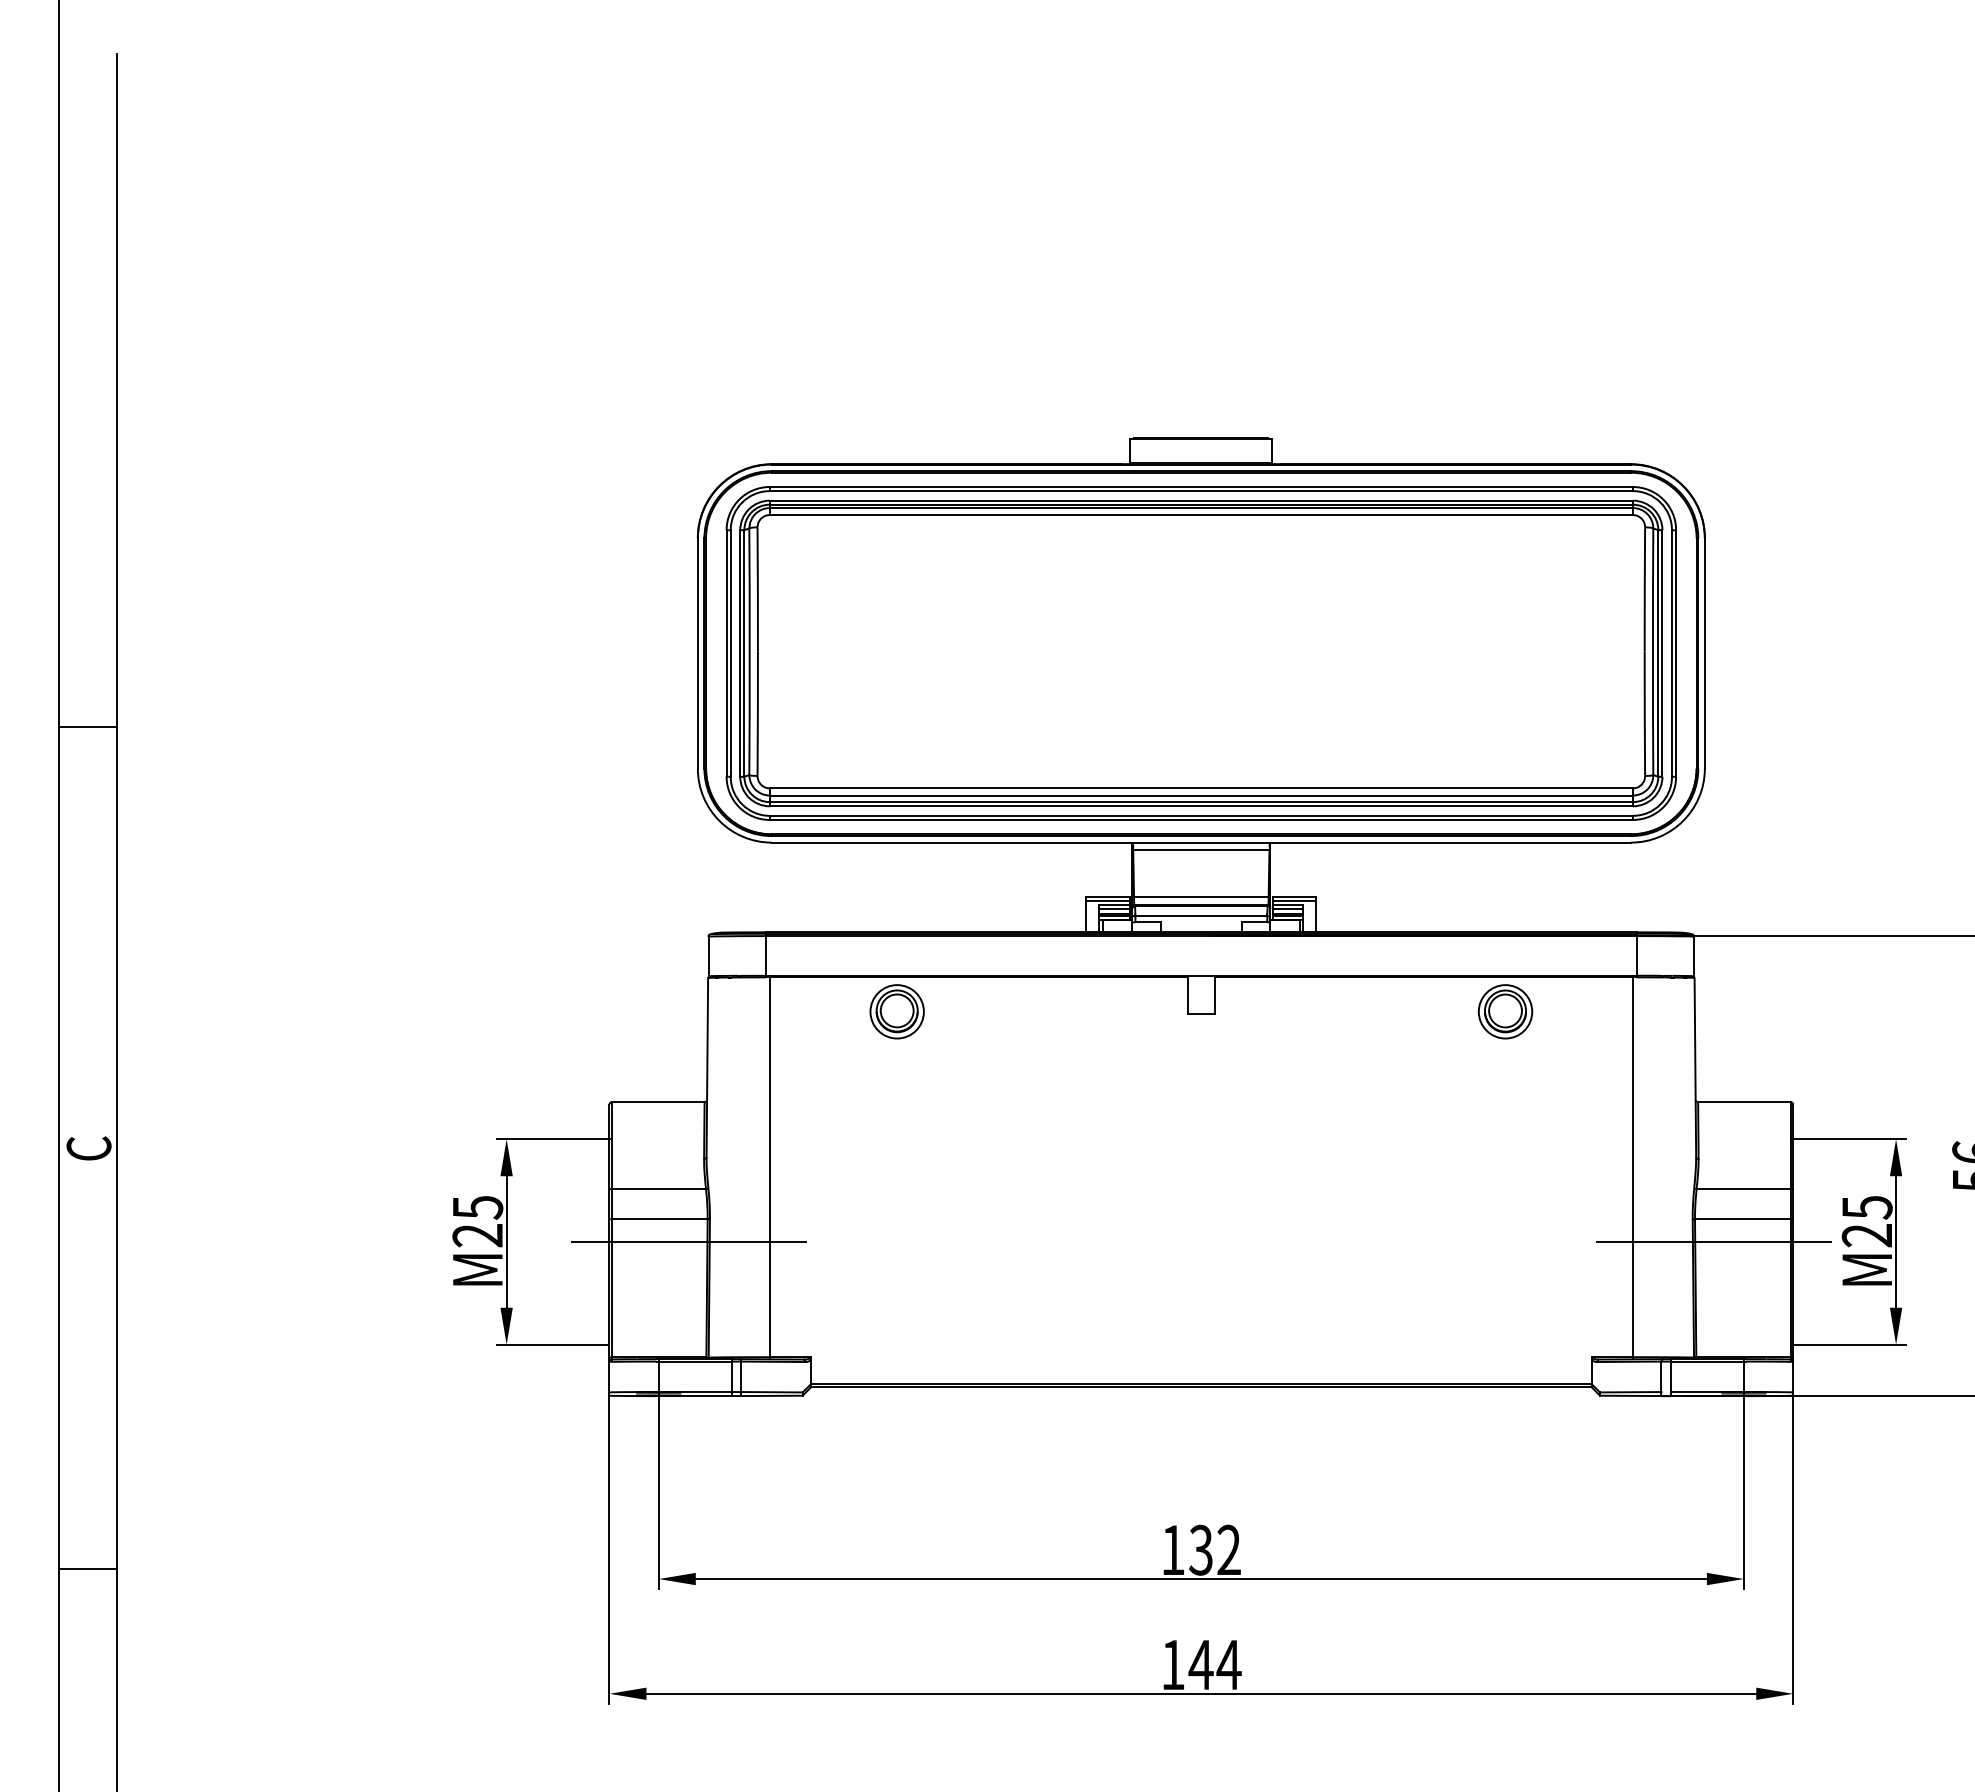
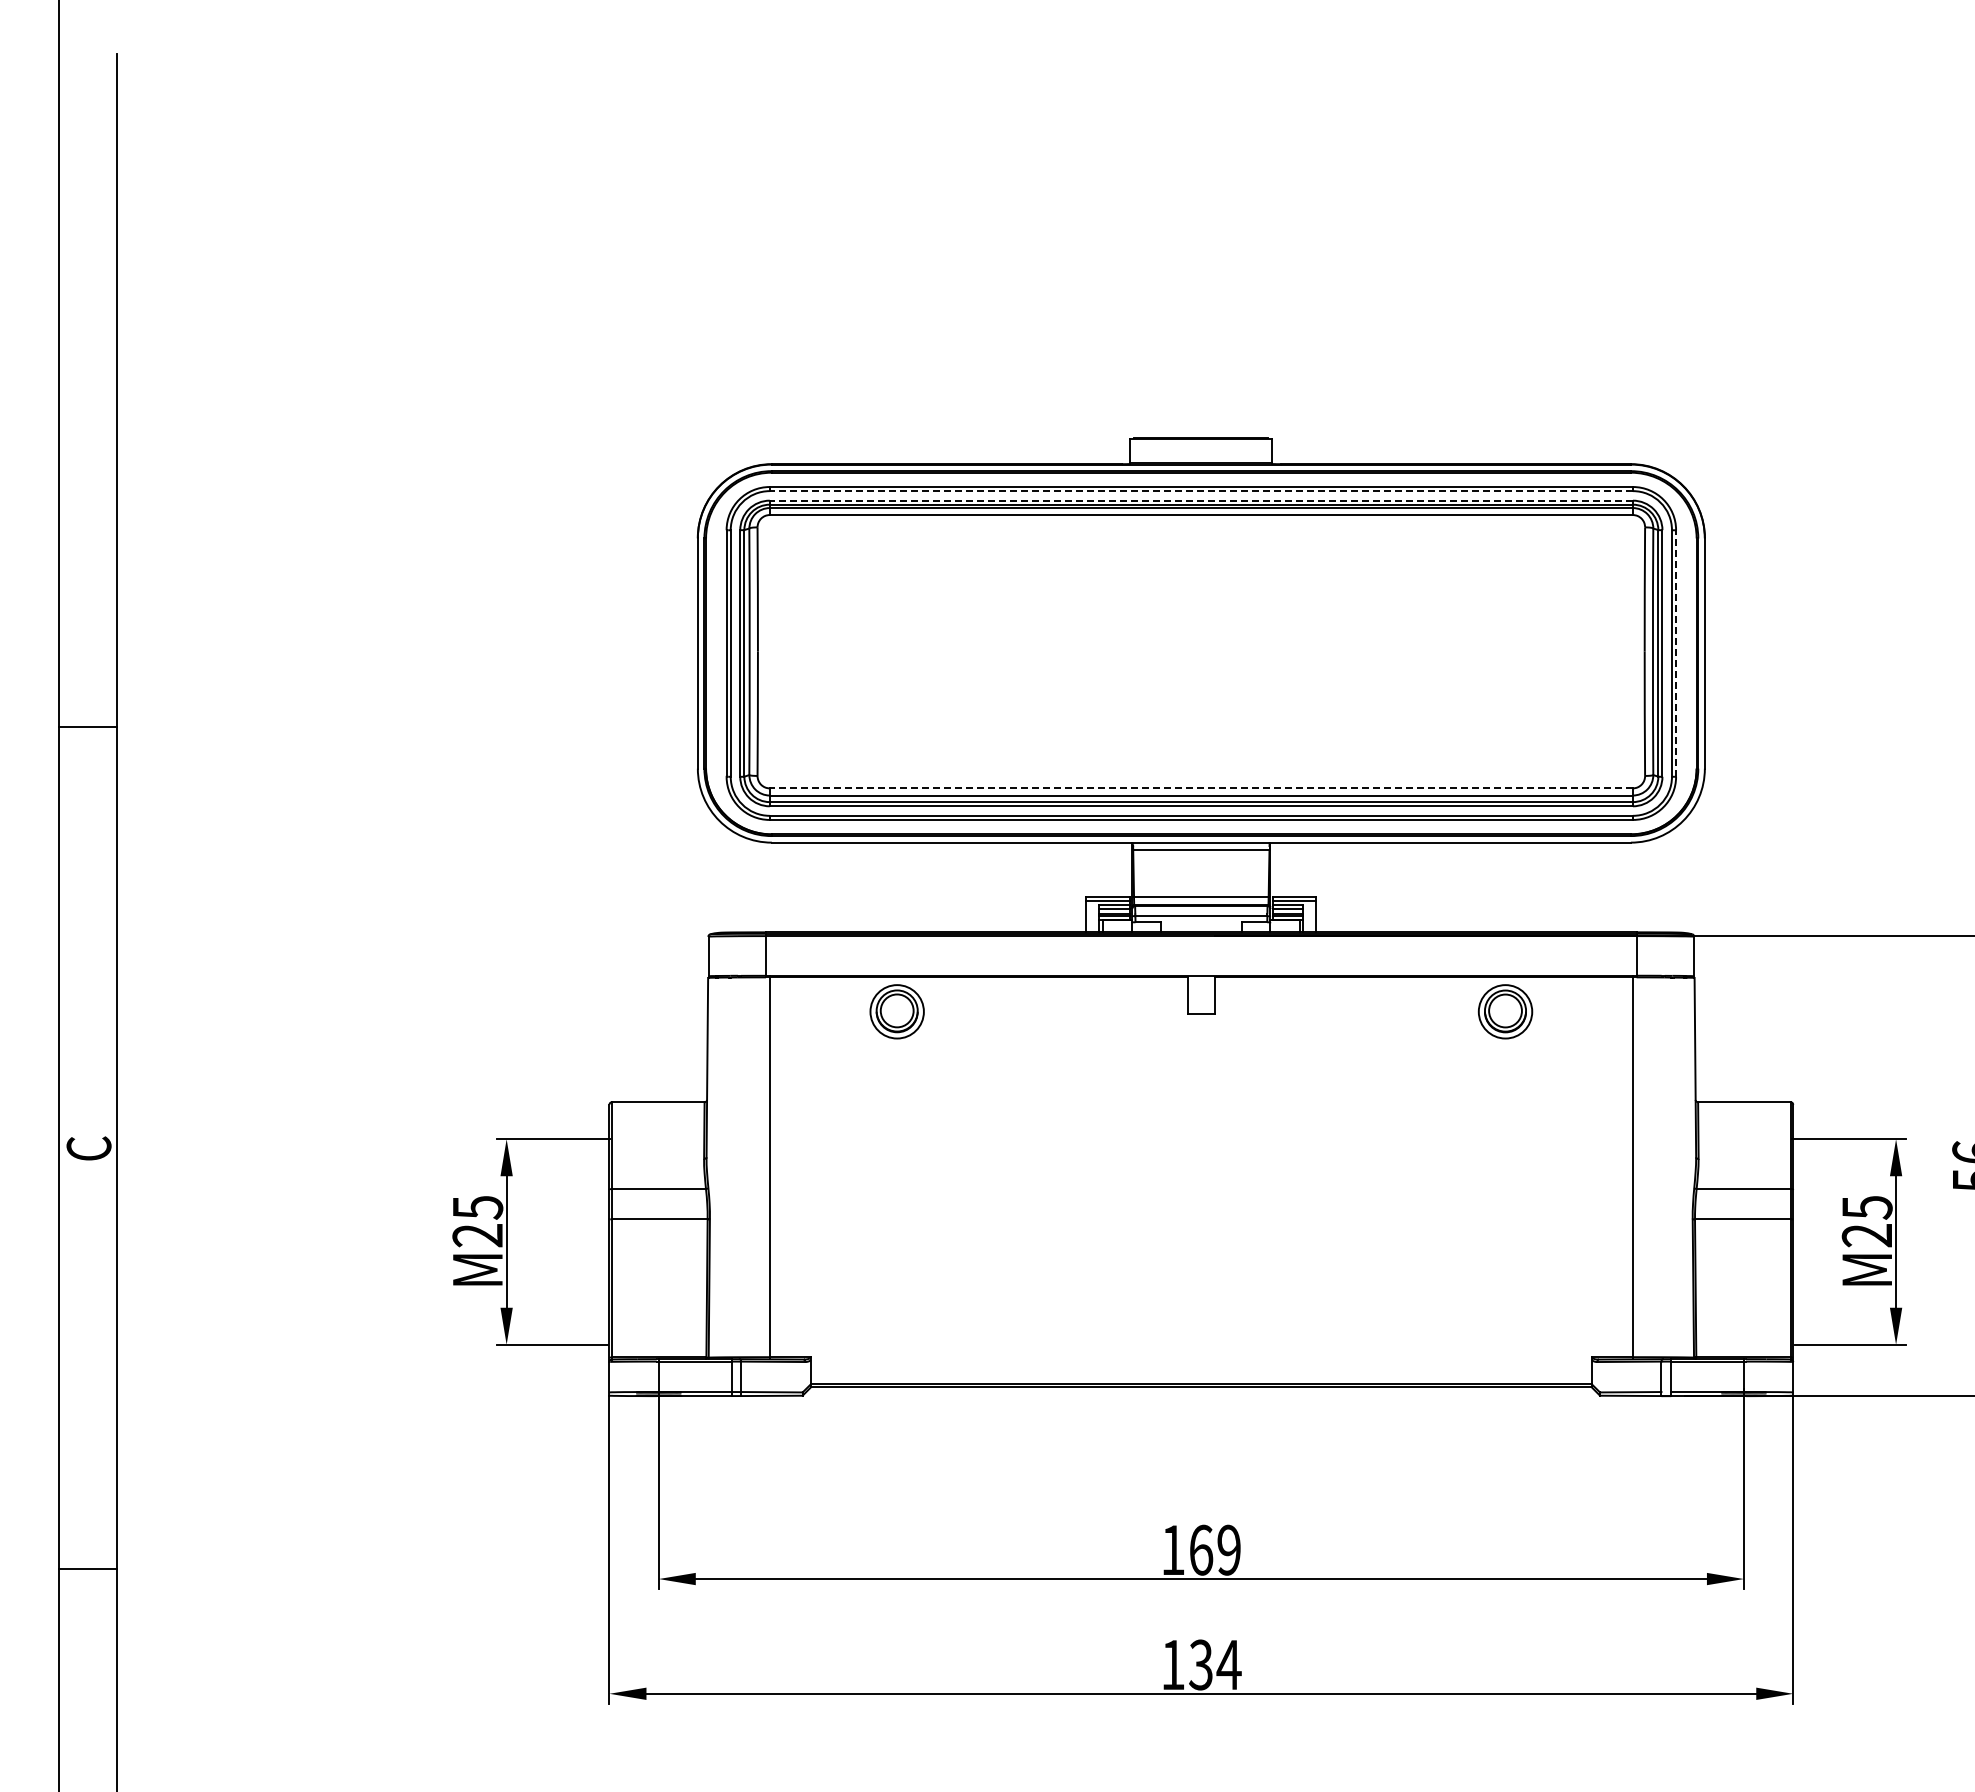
line at (1201, 491): solid -> dashed
line at (1201, 500): solid -> dashed
line at (1676, 652): solid -> dashed
line at (1201, 788): solid -> dashed
line at (688, 1242): present -> none
line at (1713, 1242): present -> none
text at (1214, 1549): 132 -> 169
text at (1200, 1664): 144 -> 134
